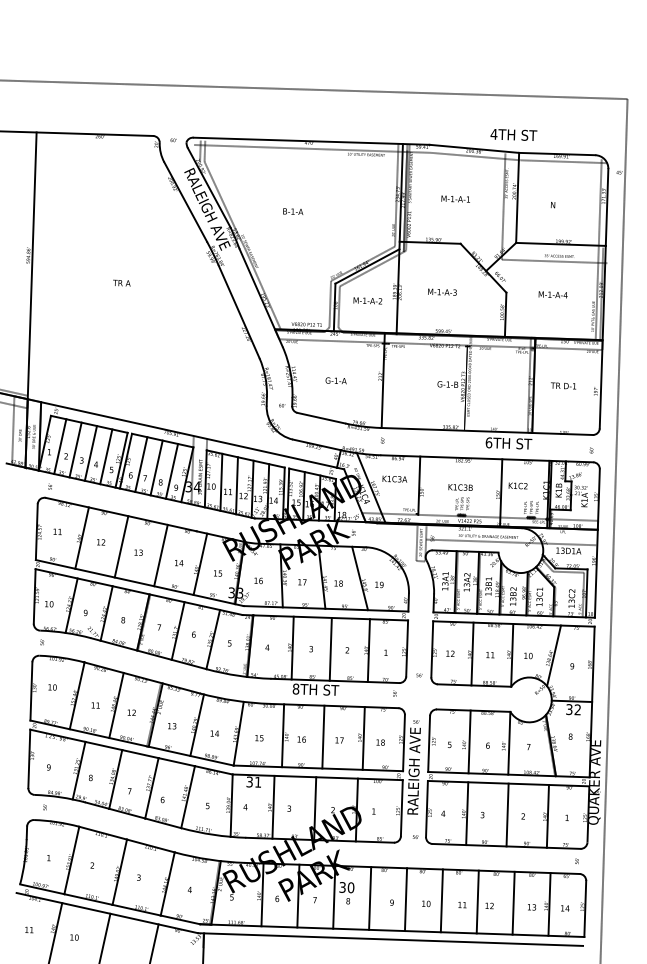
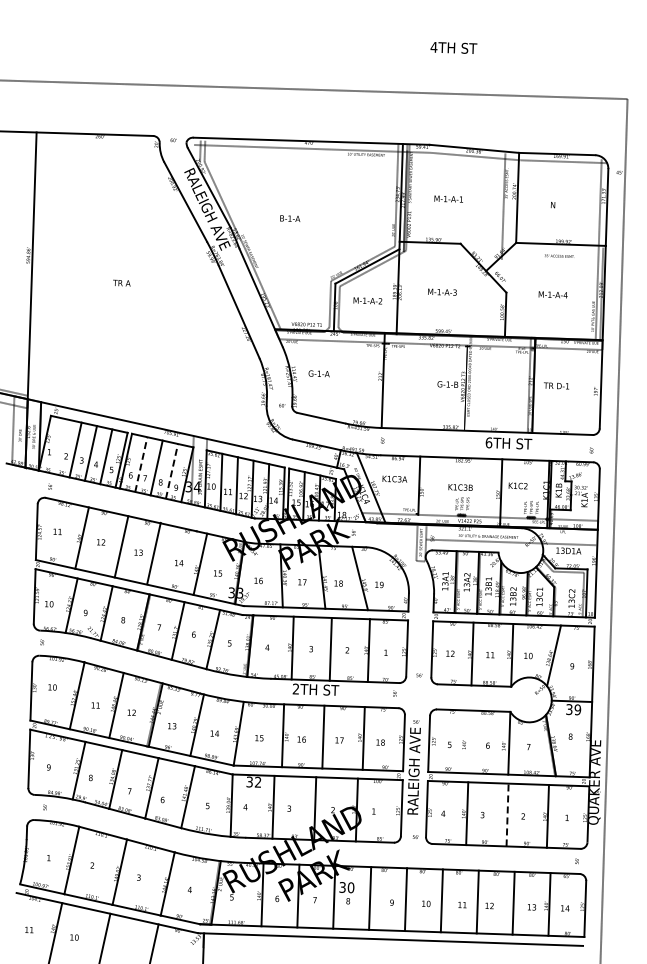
text at (513, 134) position: (513, 134) -> (453, 47)
text at (455, 198) position: (455, 198) -> (448, 198)
text at (293, 211) position: (293, 211) -> (290, 218)
line at (554, 261): present -> none
text at (335, 380) position: (335, 380) -> (318, 373)
text at (563, 385) position: (563, 385) -> (556, 385)
line at (60, 446): present -> none
line at (141, 464): solid -> dashed
line at (172, 470): solid -> dashed
line at (160, 555) position: (160, 555) -> (153, 553)
text at (295, 688): 8TH -> 2TH
text at (577, 709): 32 -> 39
line at (469, 741): present -> none
text at (257, 781): 31 -> 32
line at (507, 814): solid -> dashed
